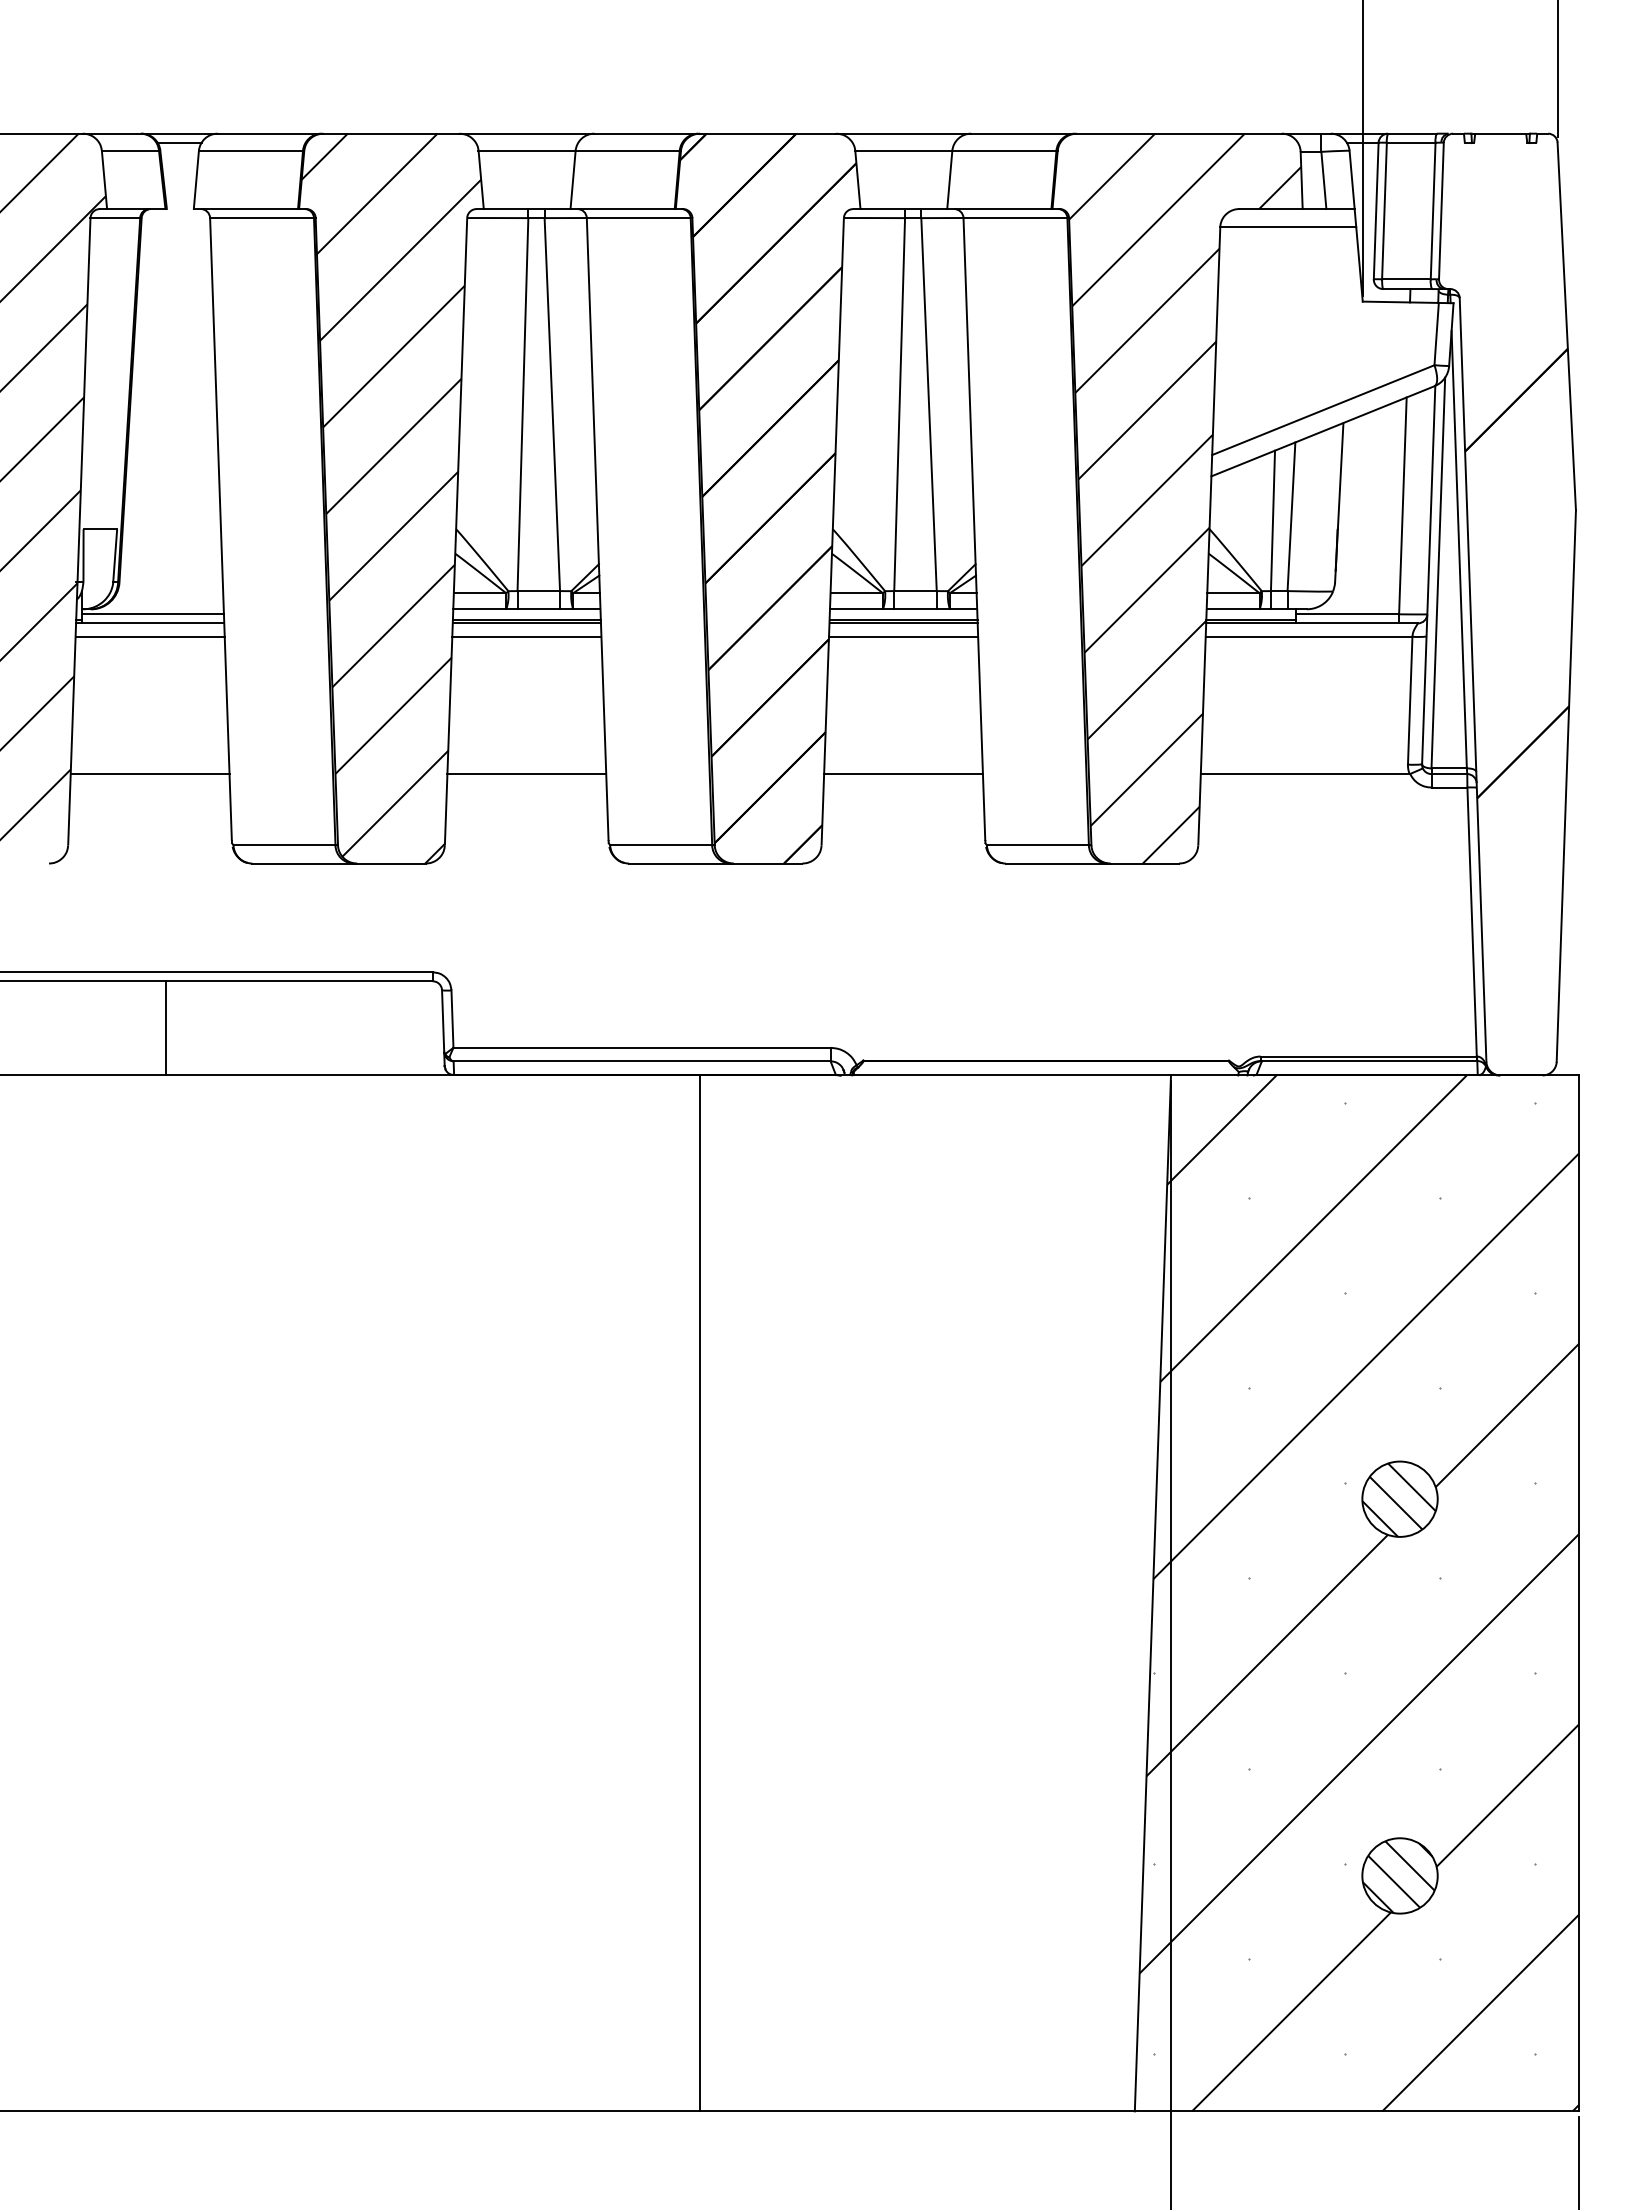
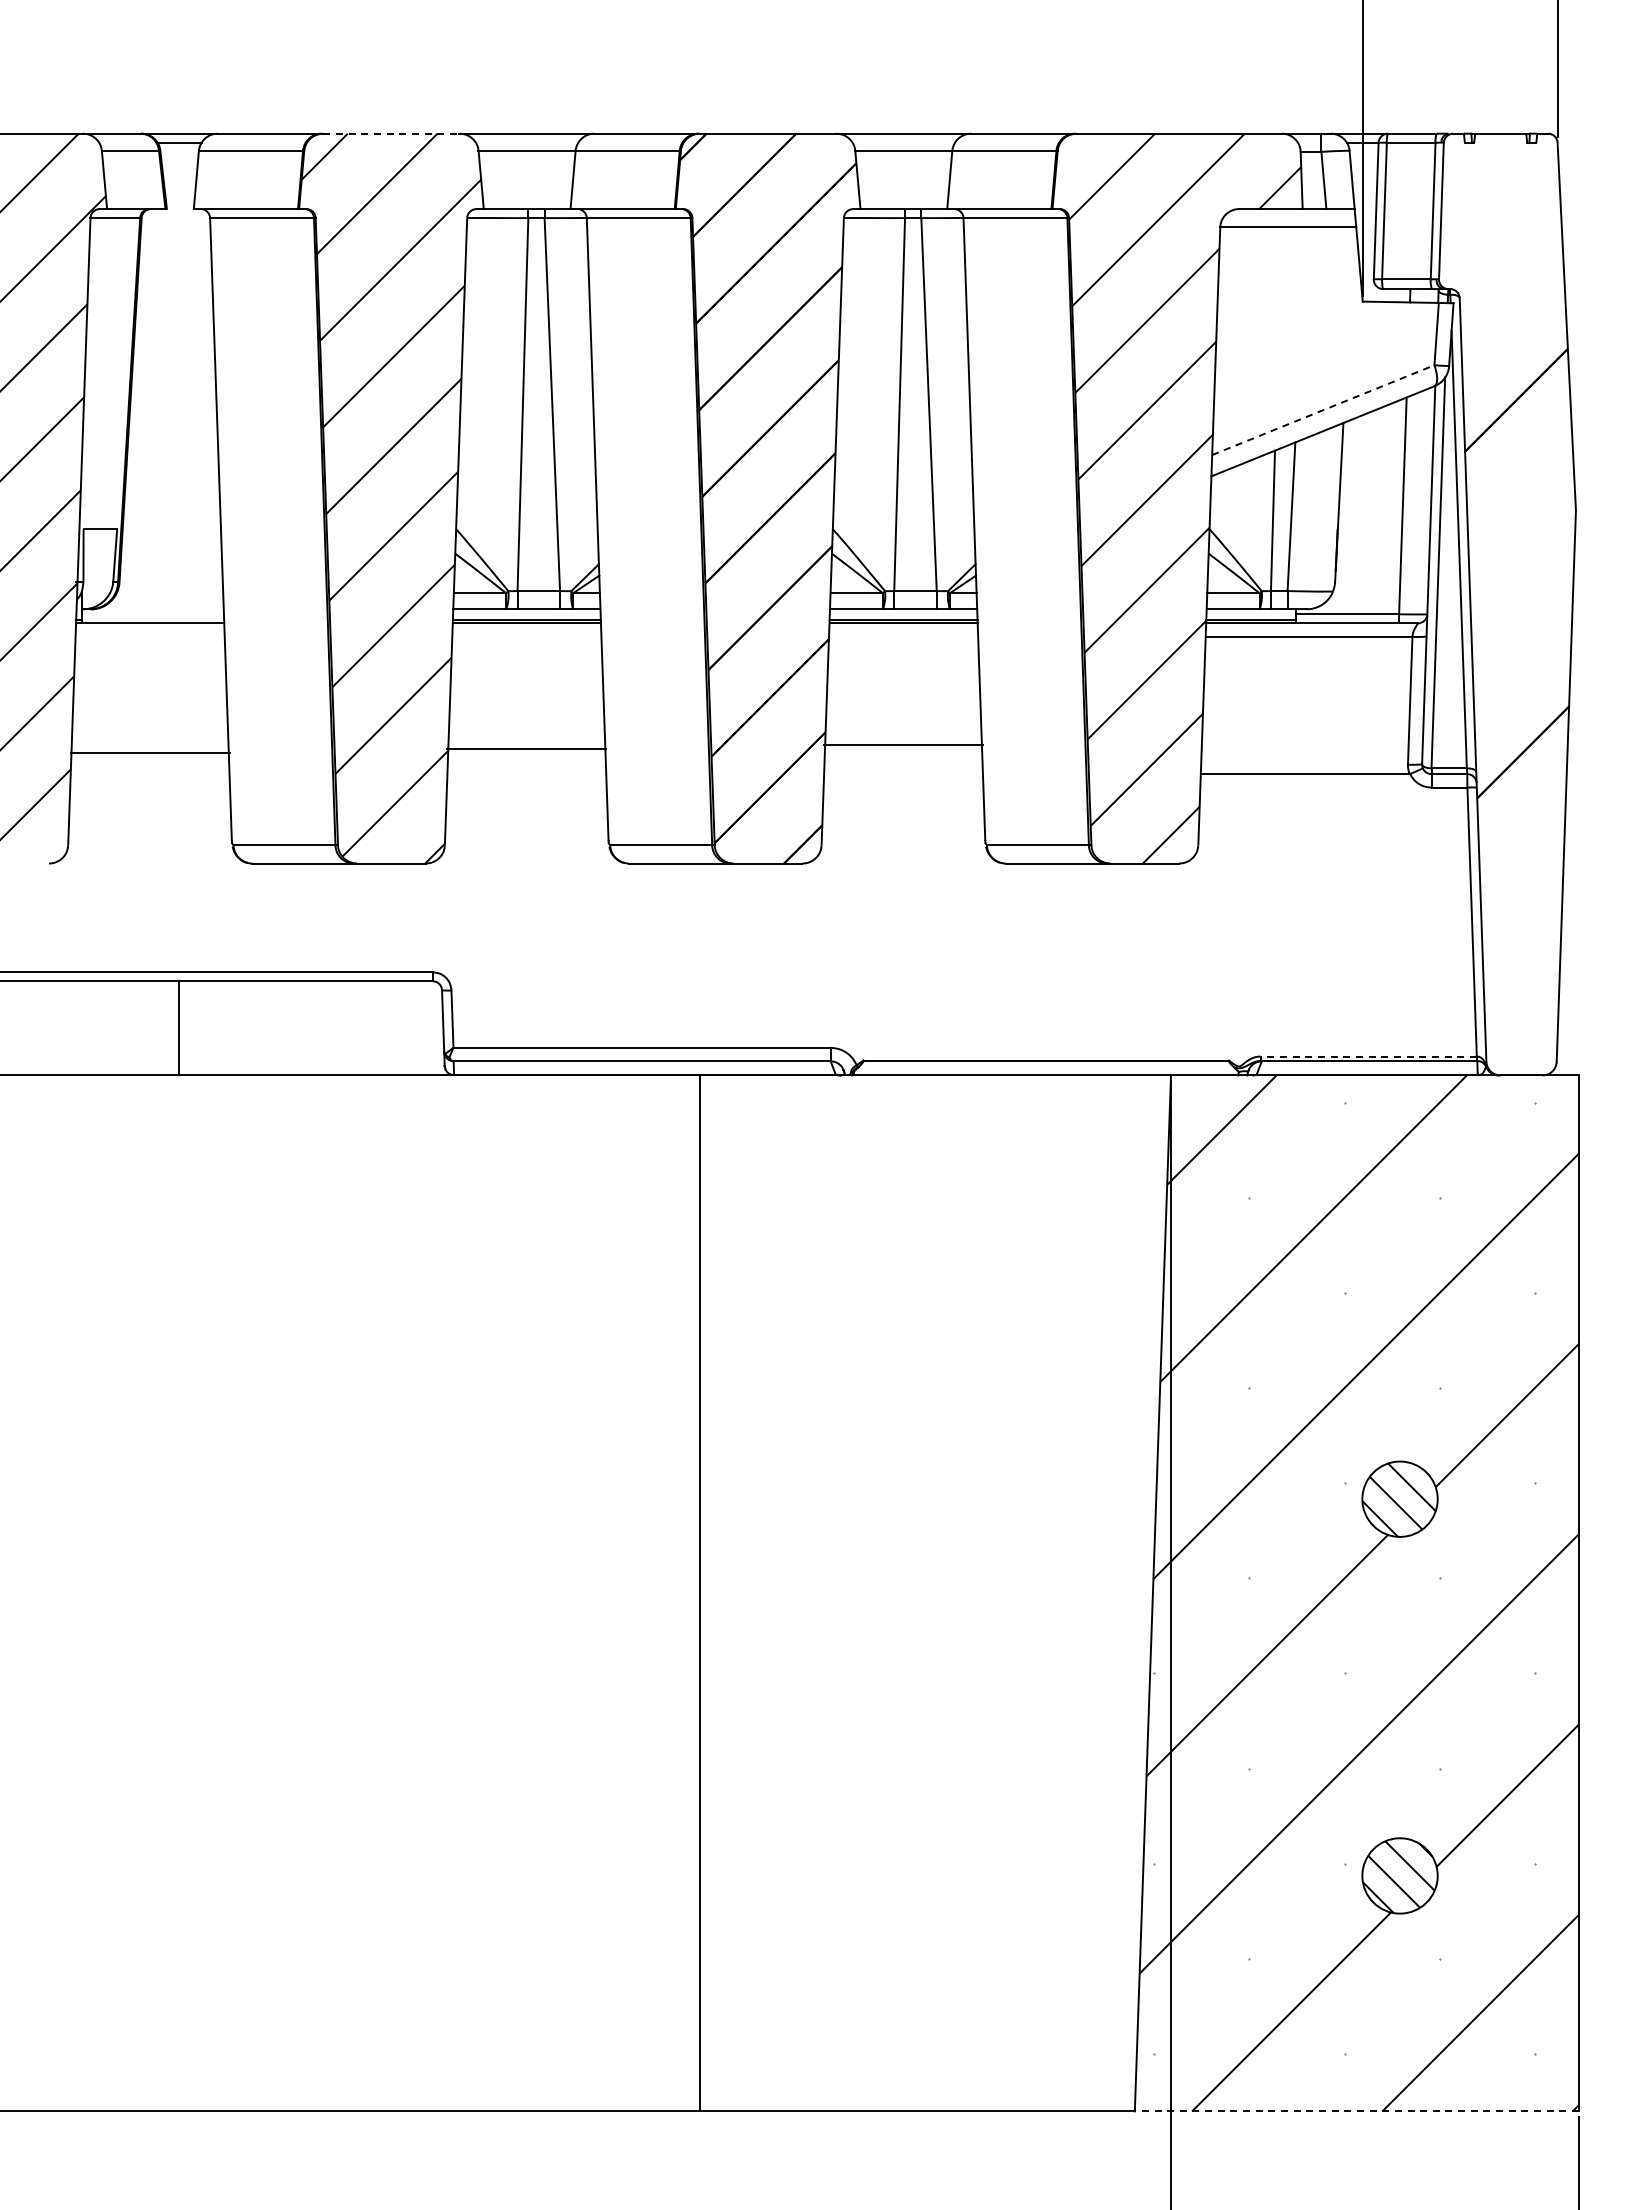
line at (391, 133): solid -> dashed
line at (1323, 410): solid -> dashed
line at (152, 614): present -> none
line at (149, 636): present -> none
line at (526, 636): present -> none
line at (903, 636): present -> none
line at (149, 774) position: (149, 774) -> (149, 753)
line at (526, 774) position: (526, 774) -> (526, 749)
line at (903, 774) position: (903, 774) -> (903, 745)
line at (166, 1028) position: (166, 1028) -> (179, 1028)
line at (1368, 1056): solid -> dashed
line at (1356, 2111): solid -> dashed
